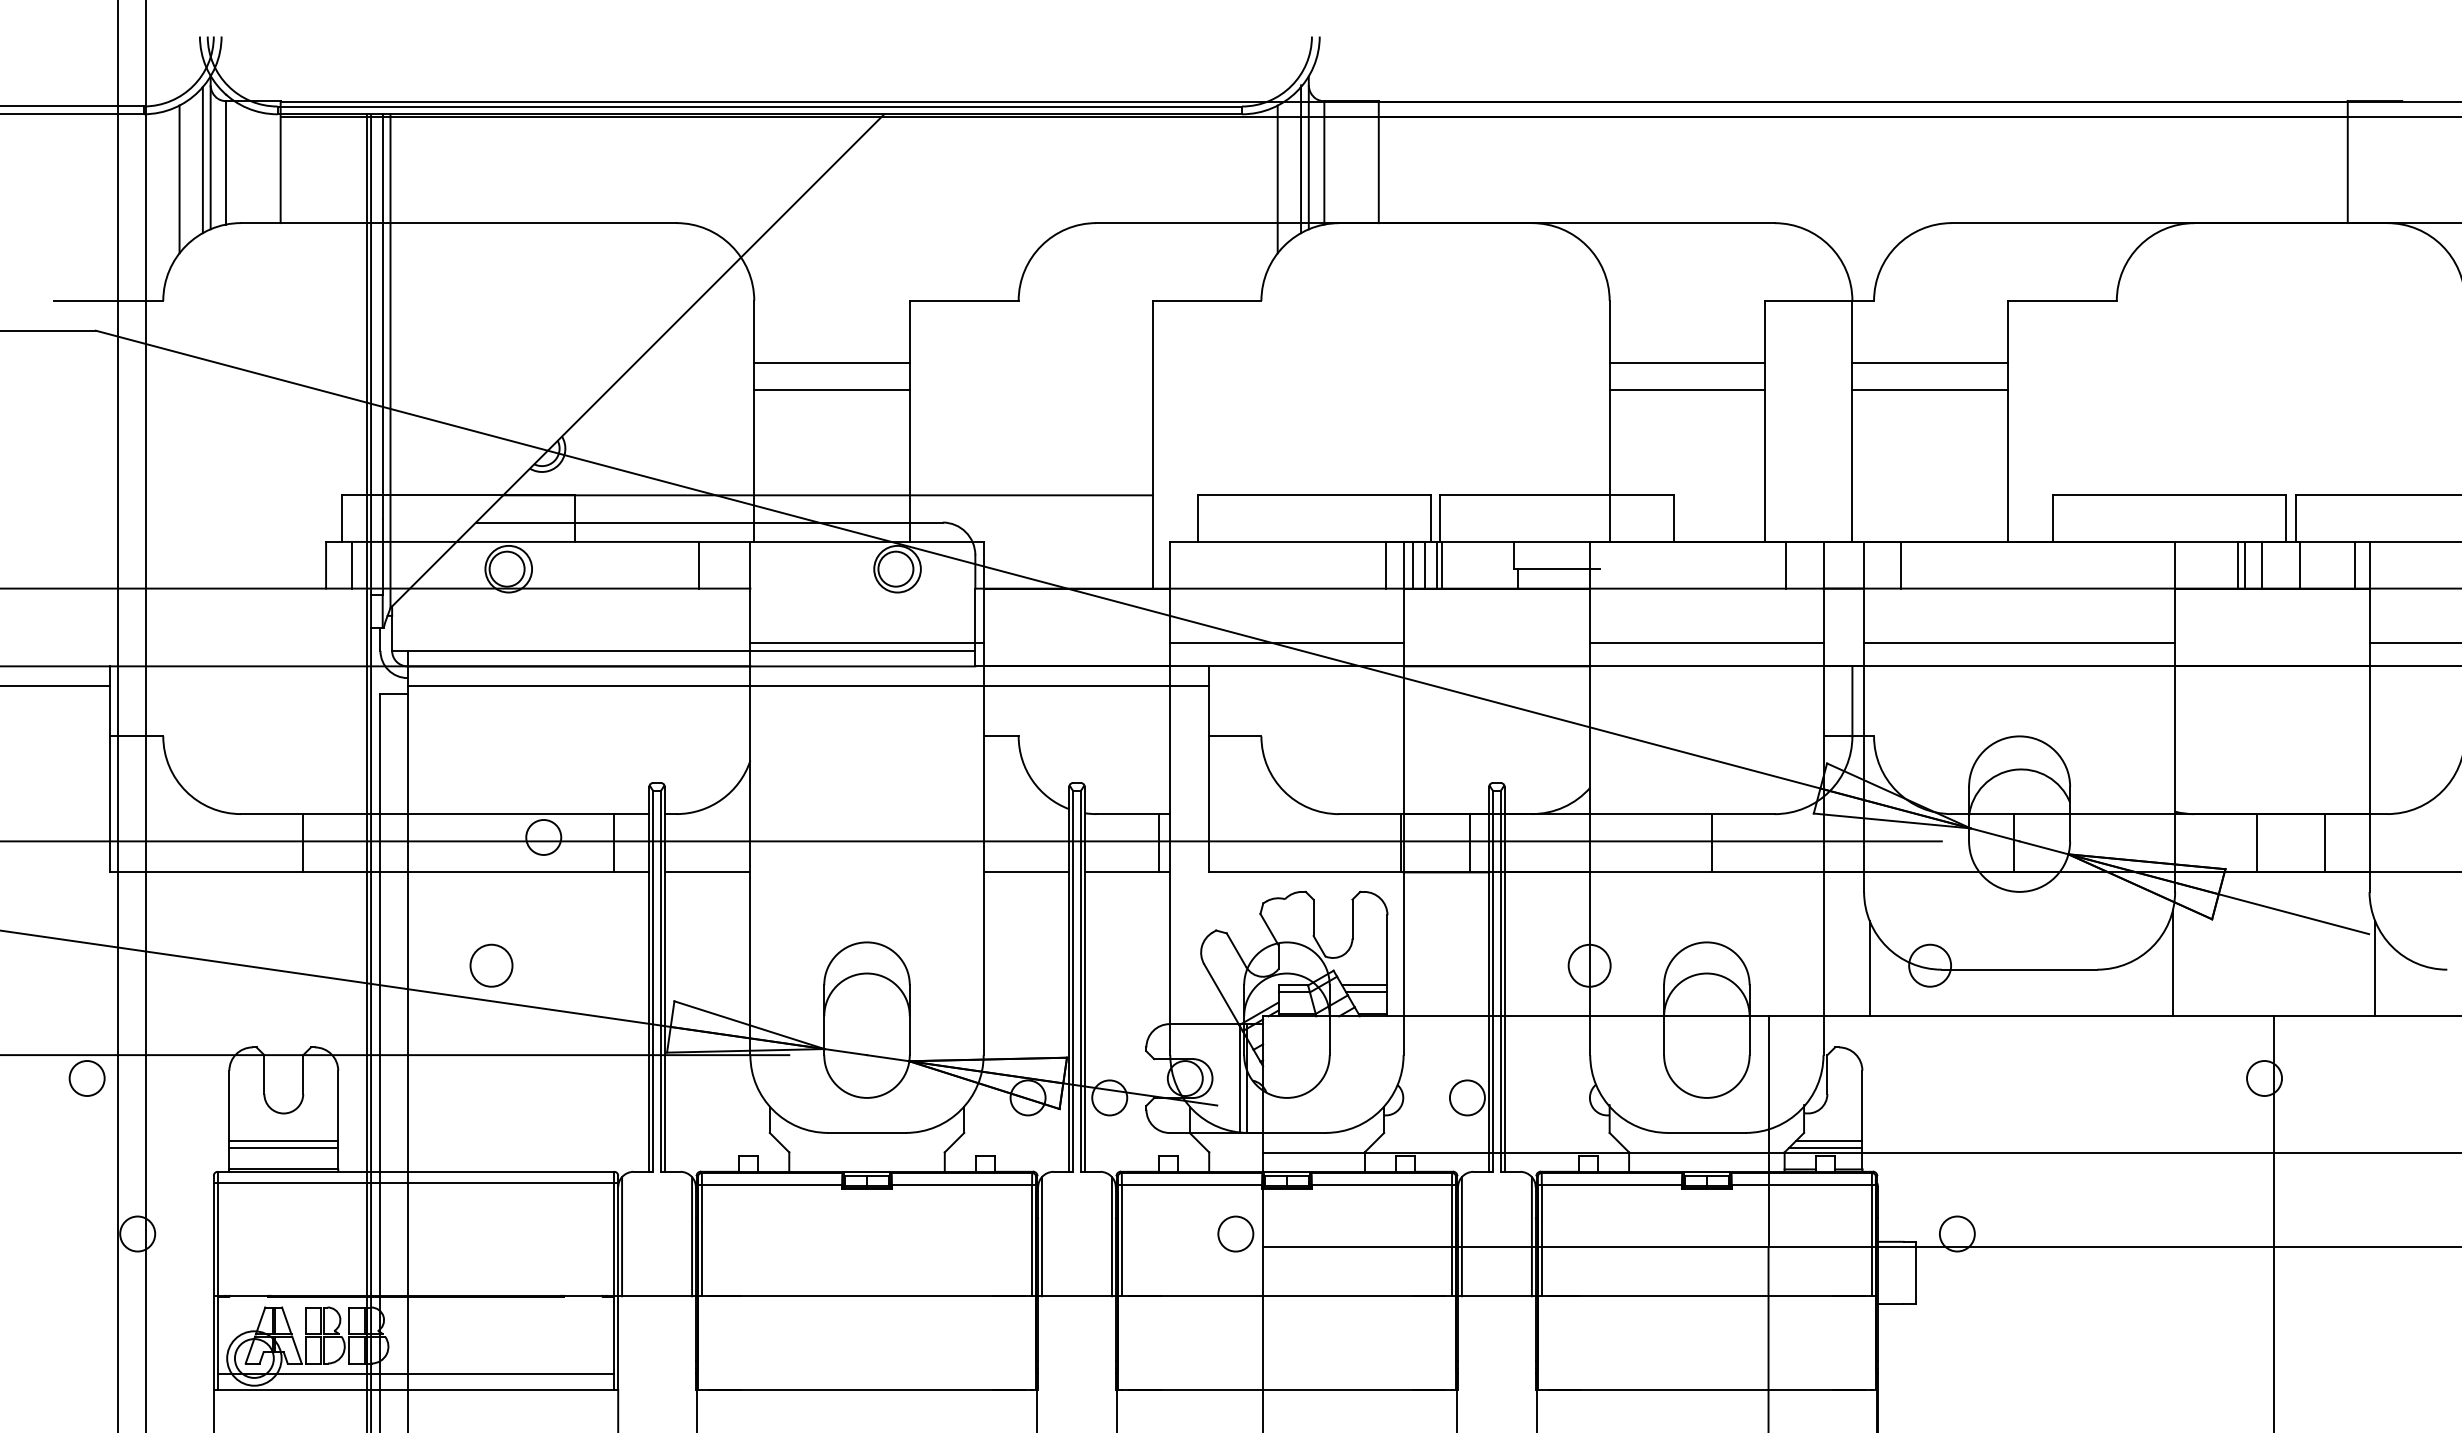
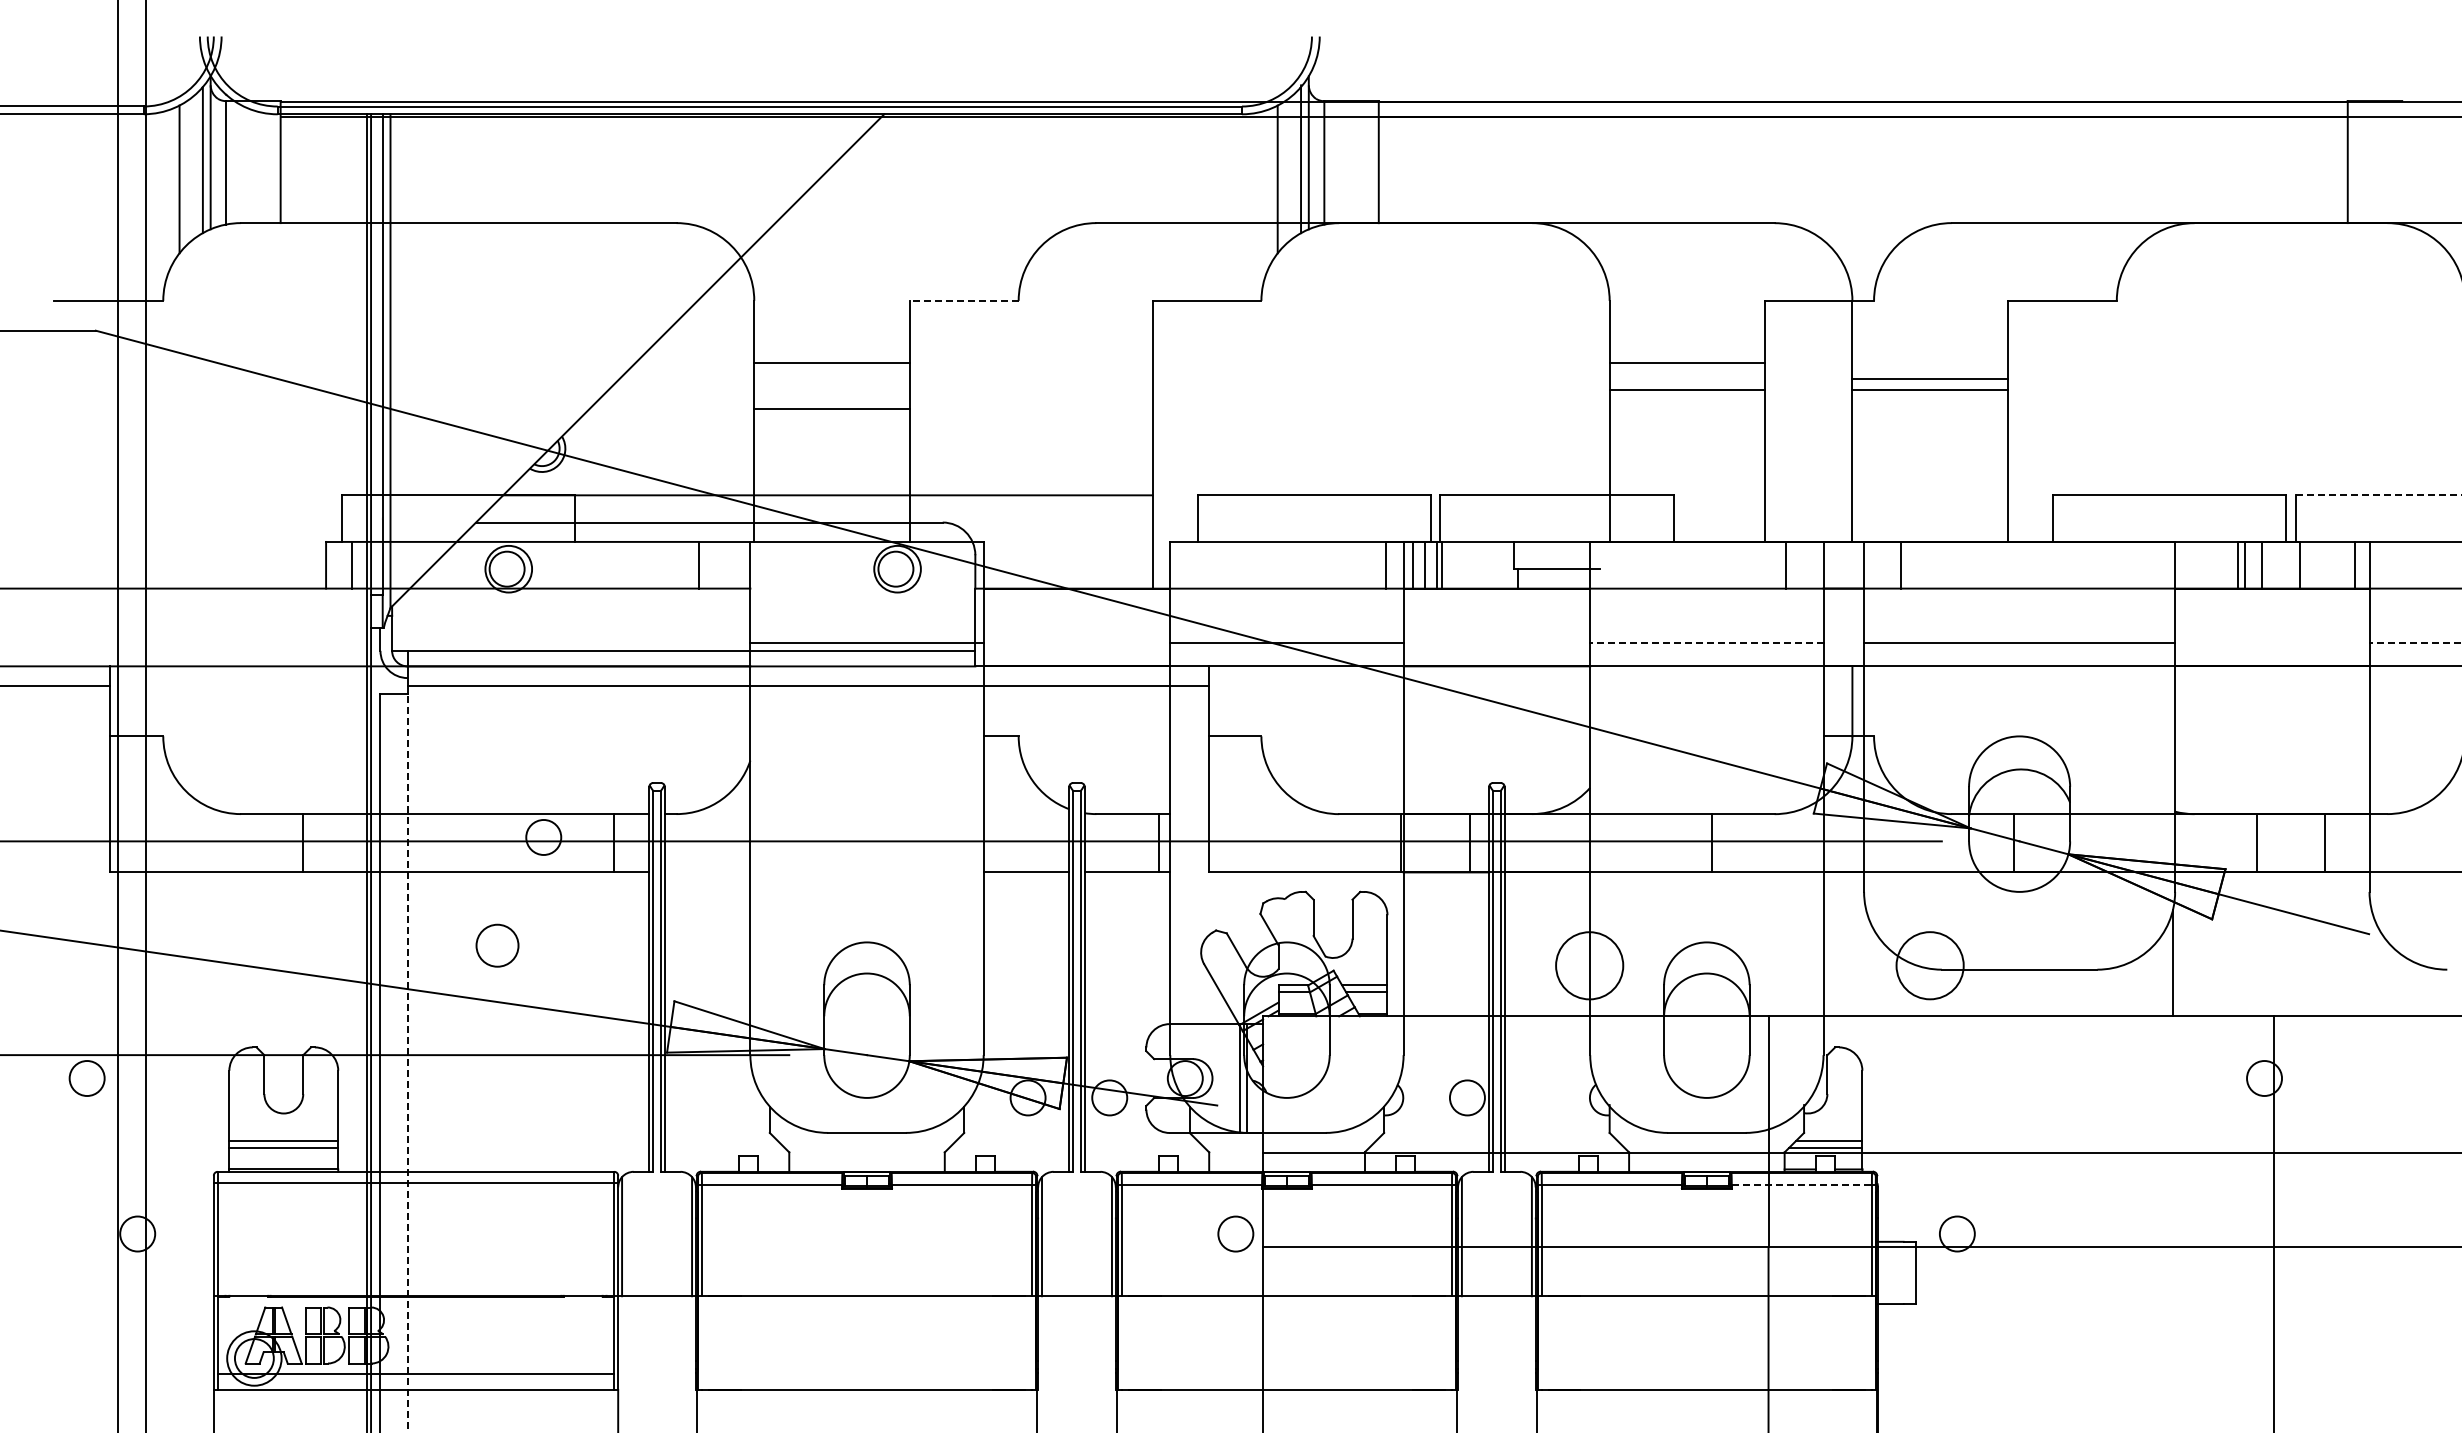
line at (963, 300): solid -> dashed
line at (1929, 363) position: (1929, 363) -> (1929, 379)
line at (831, 389) position: (831, 389) -> (831, 408)
line at (2378, 495): solid -> dashed
line at (1706, 643): solid -> dashed
line at (2415, 643): solid -> dashed
line at (707, 872): present -> none
circle at (491, 965) position: (491, 965) -> (497, 945)
circle at (1589, 965) diameter: 42 px -> 67 px
circle at (1930, 965) diameter: 42 px -> 67 px
line at (1869, 968): present -> none
line at (2375, 968): present -> none
line at (407, 1062): solid -> dashed
line at (1802, 1184): solid -> dashed
